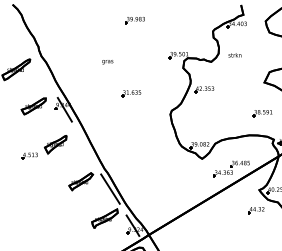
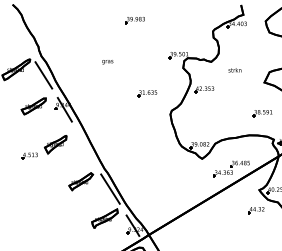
text at (234, 55) position: (234, 55) -> (234, 70)
line at (43, 75): none -> present
part at (131, 93) position: (131, 93) -> (147, 93)
